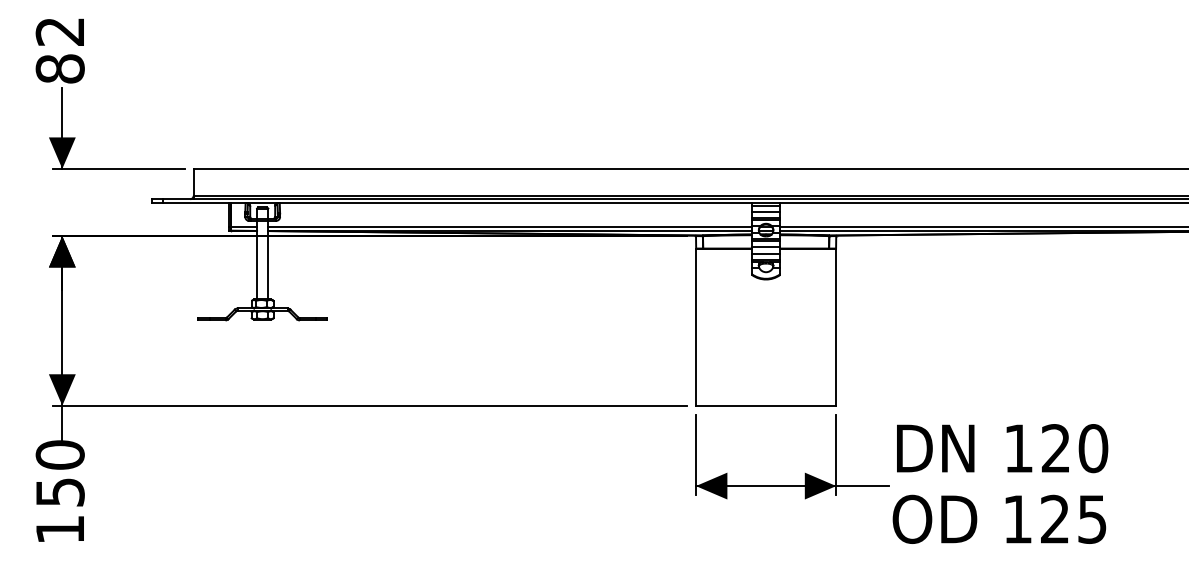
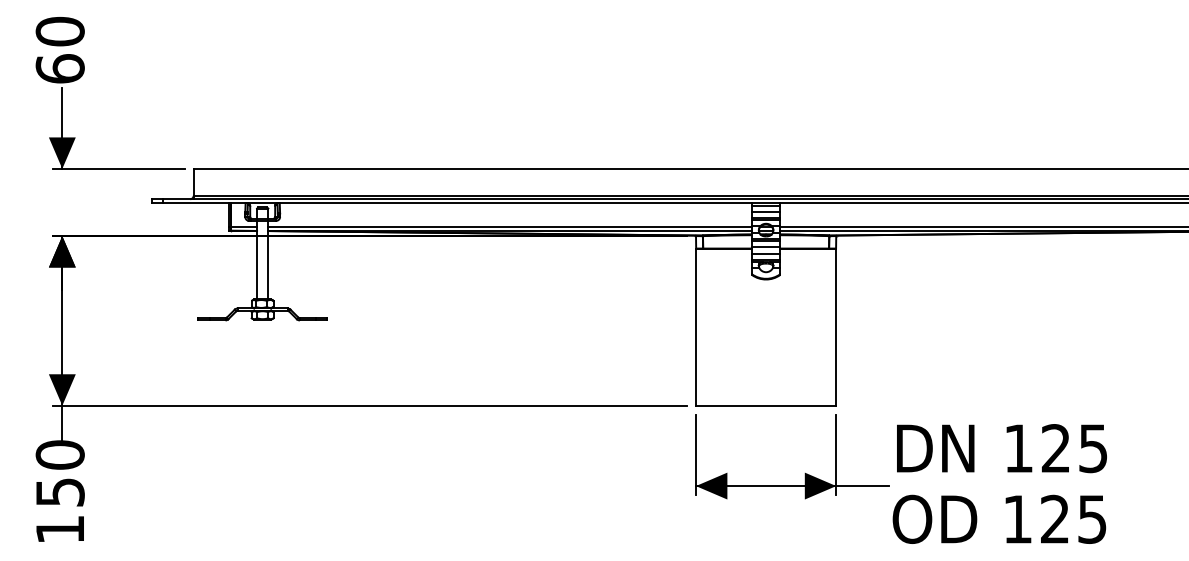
text at (59, 49): 82 -> 60
text at (1093, 448): 120 -> 125
